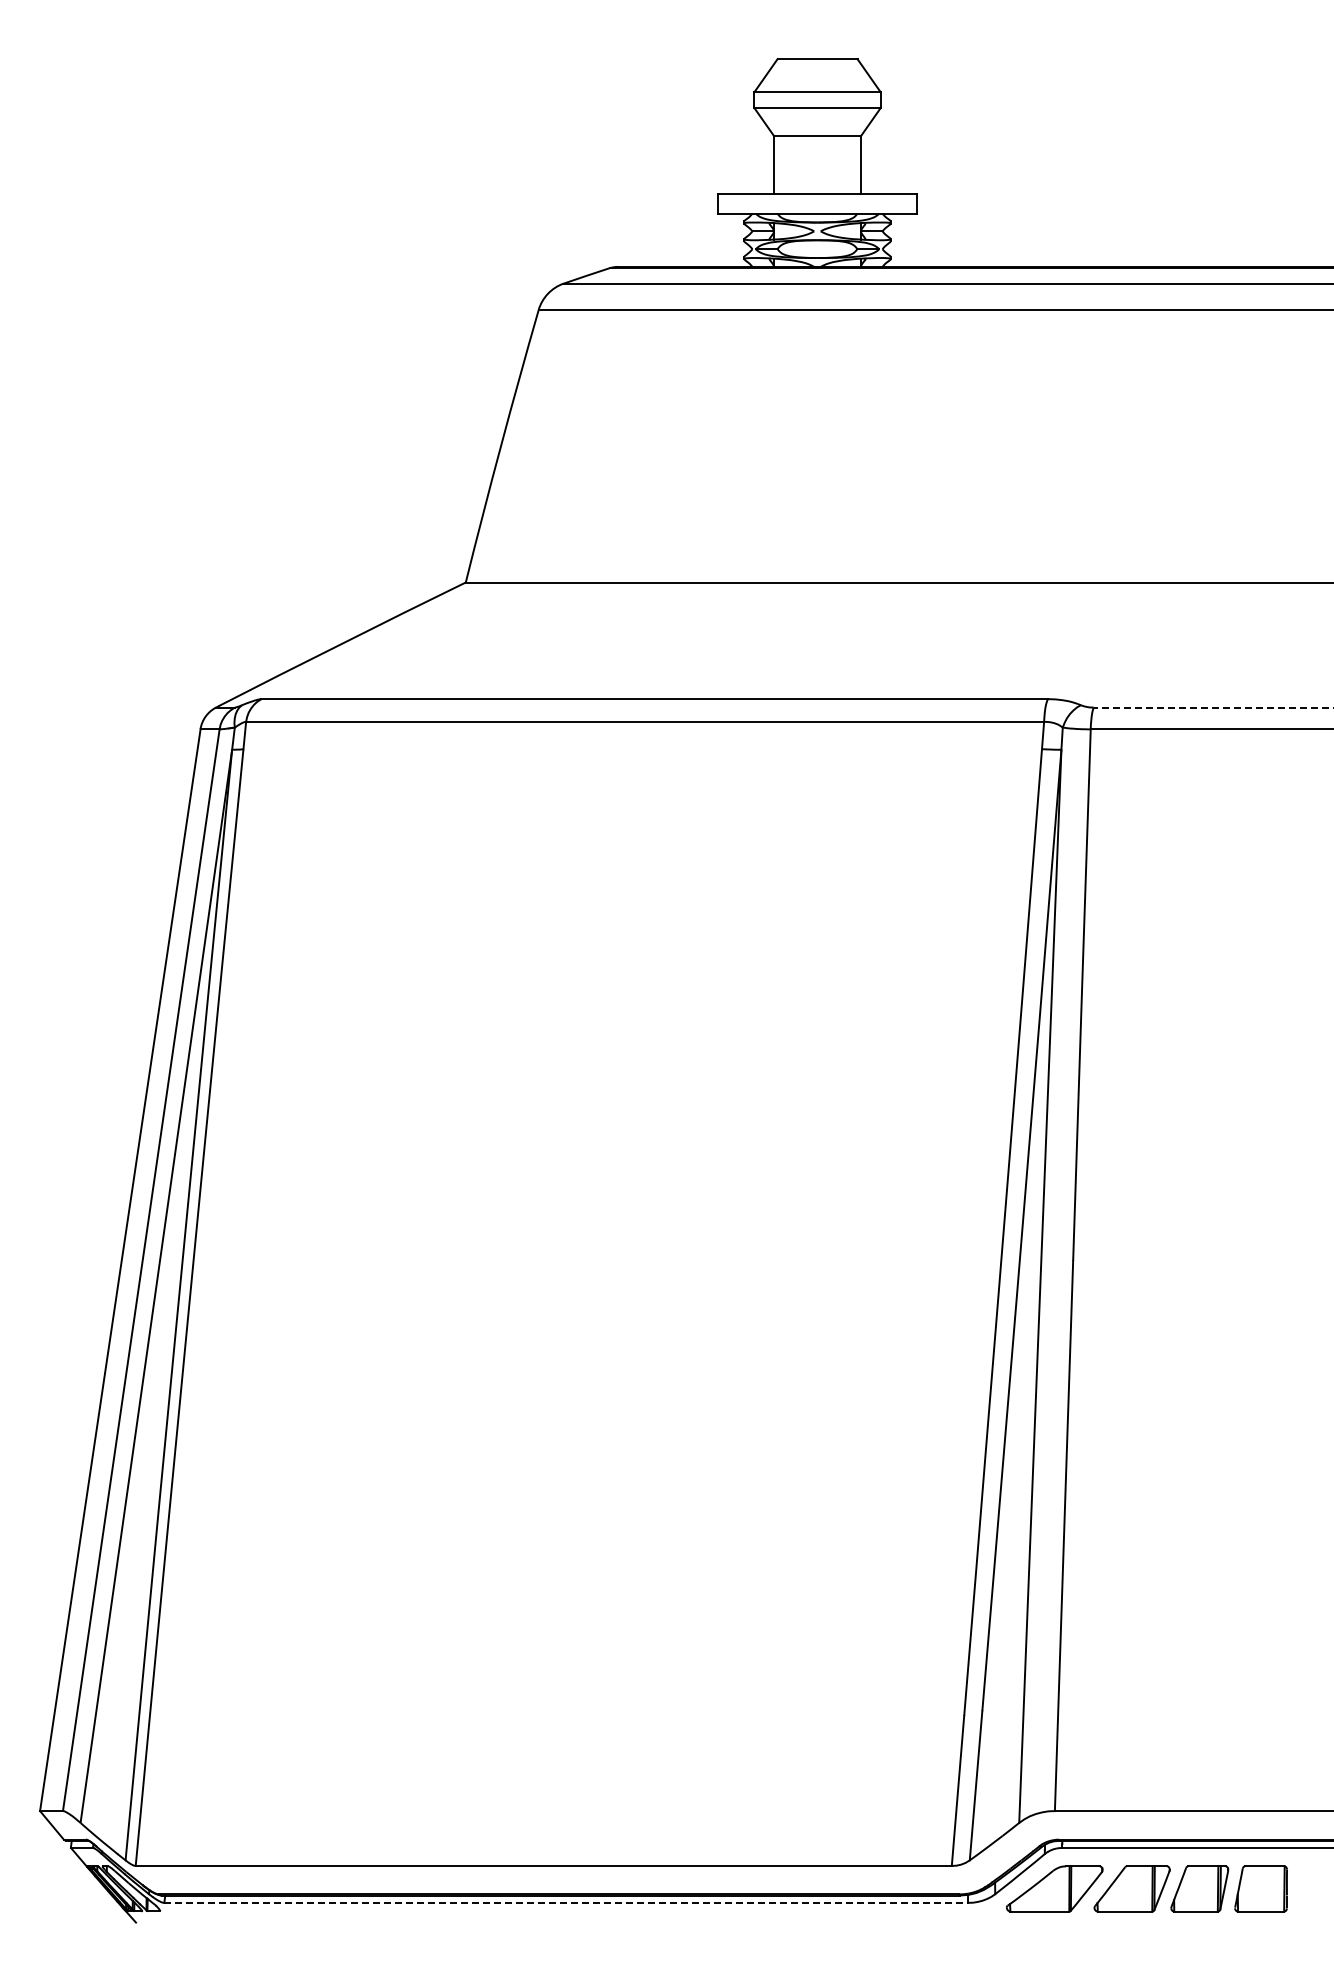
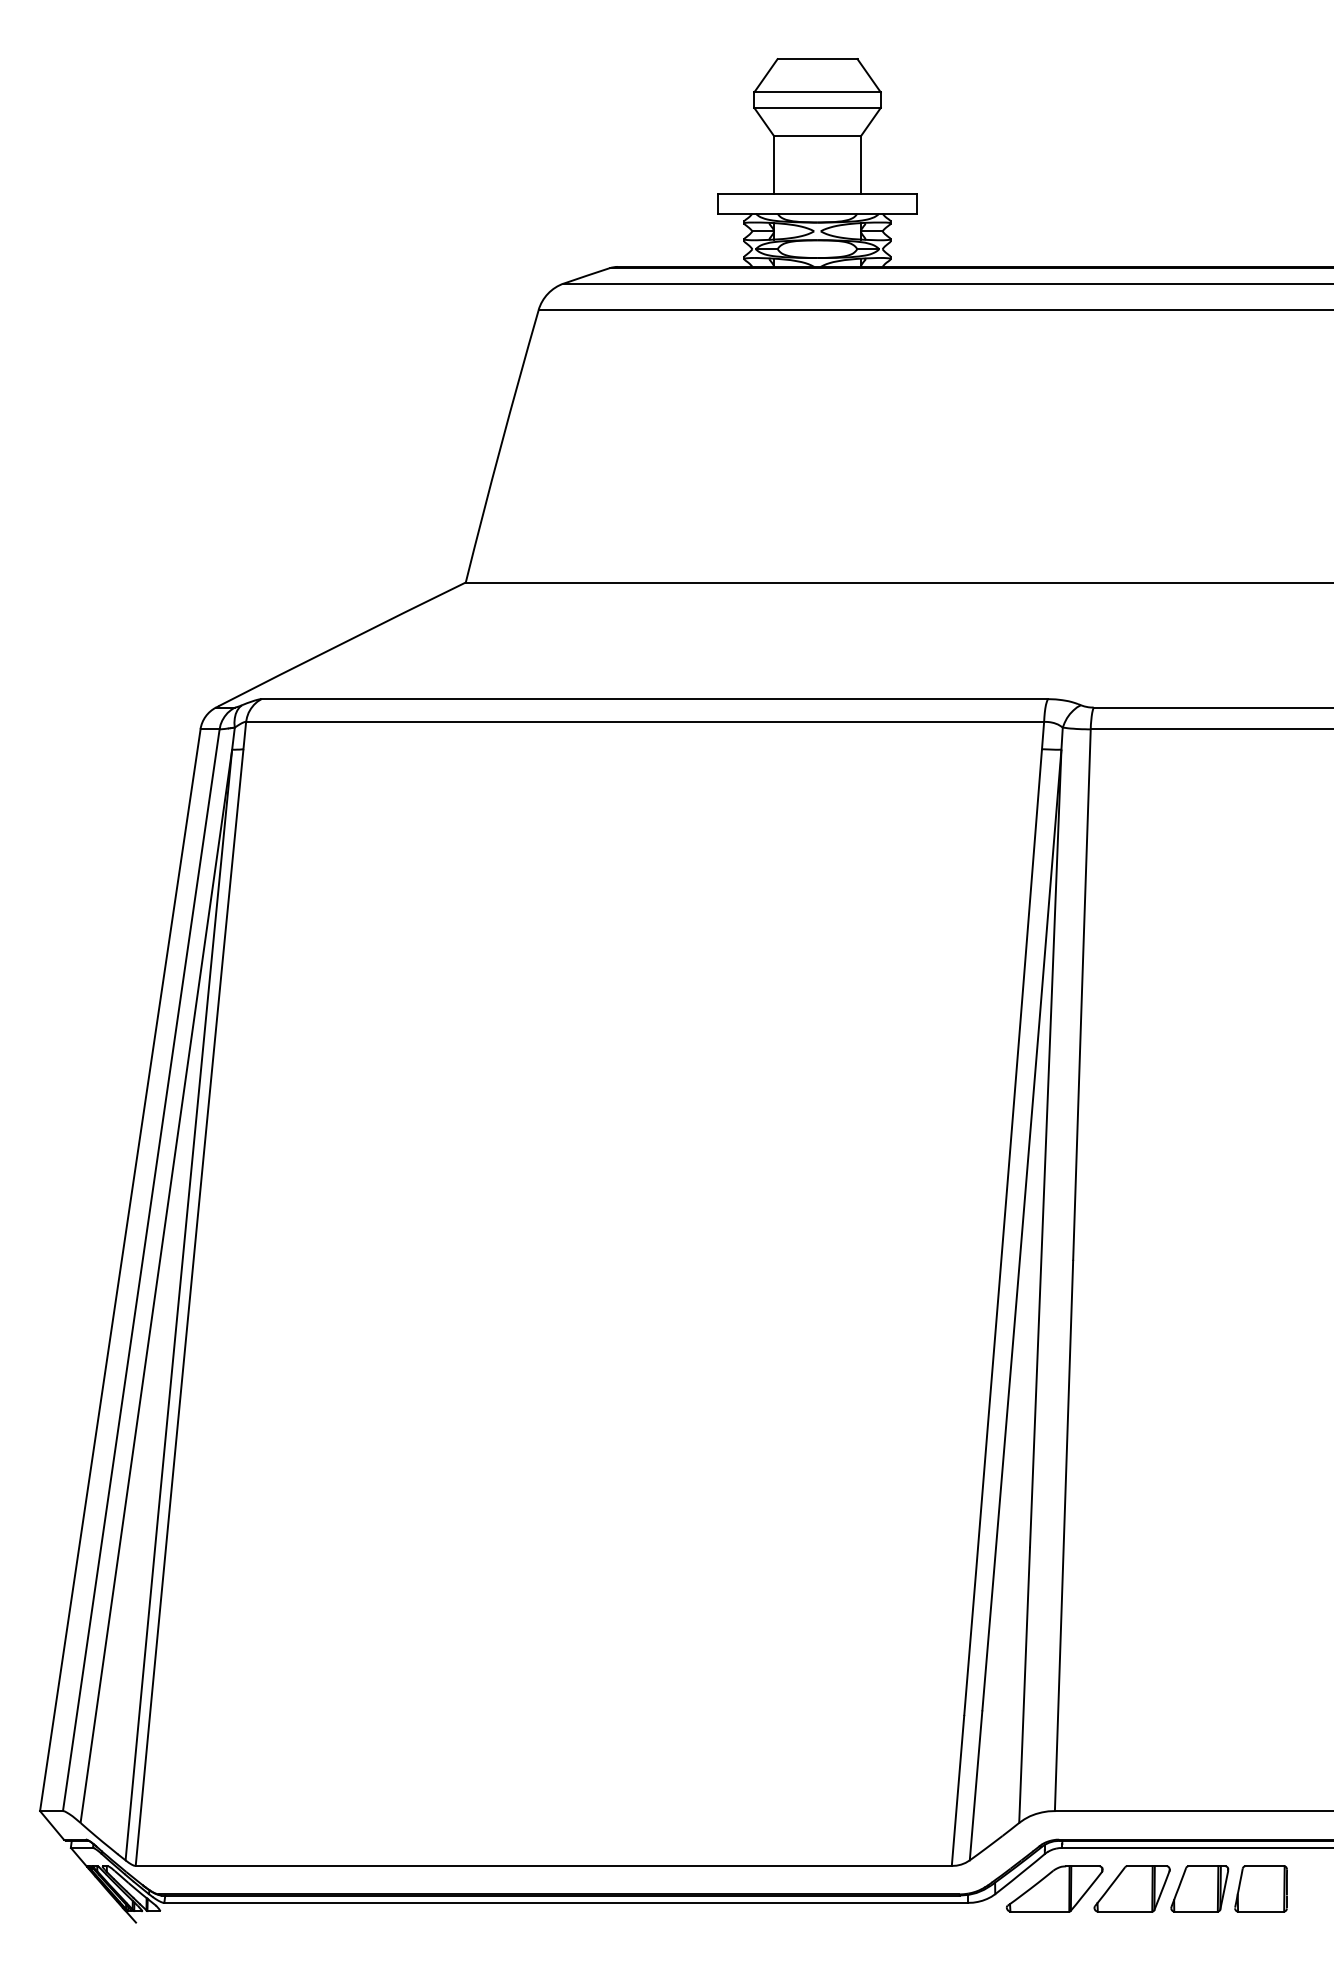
line at (1213, 707): dashed -> solid
line at (566, 1902): dashed -> solid
